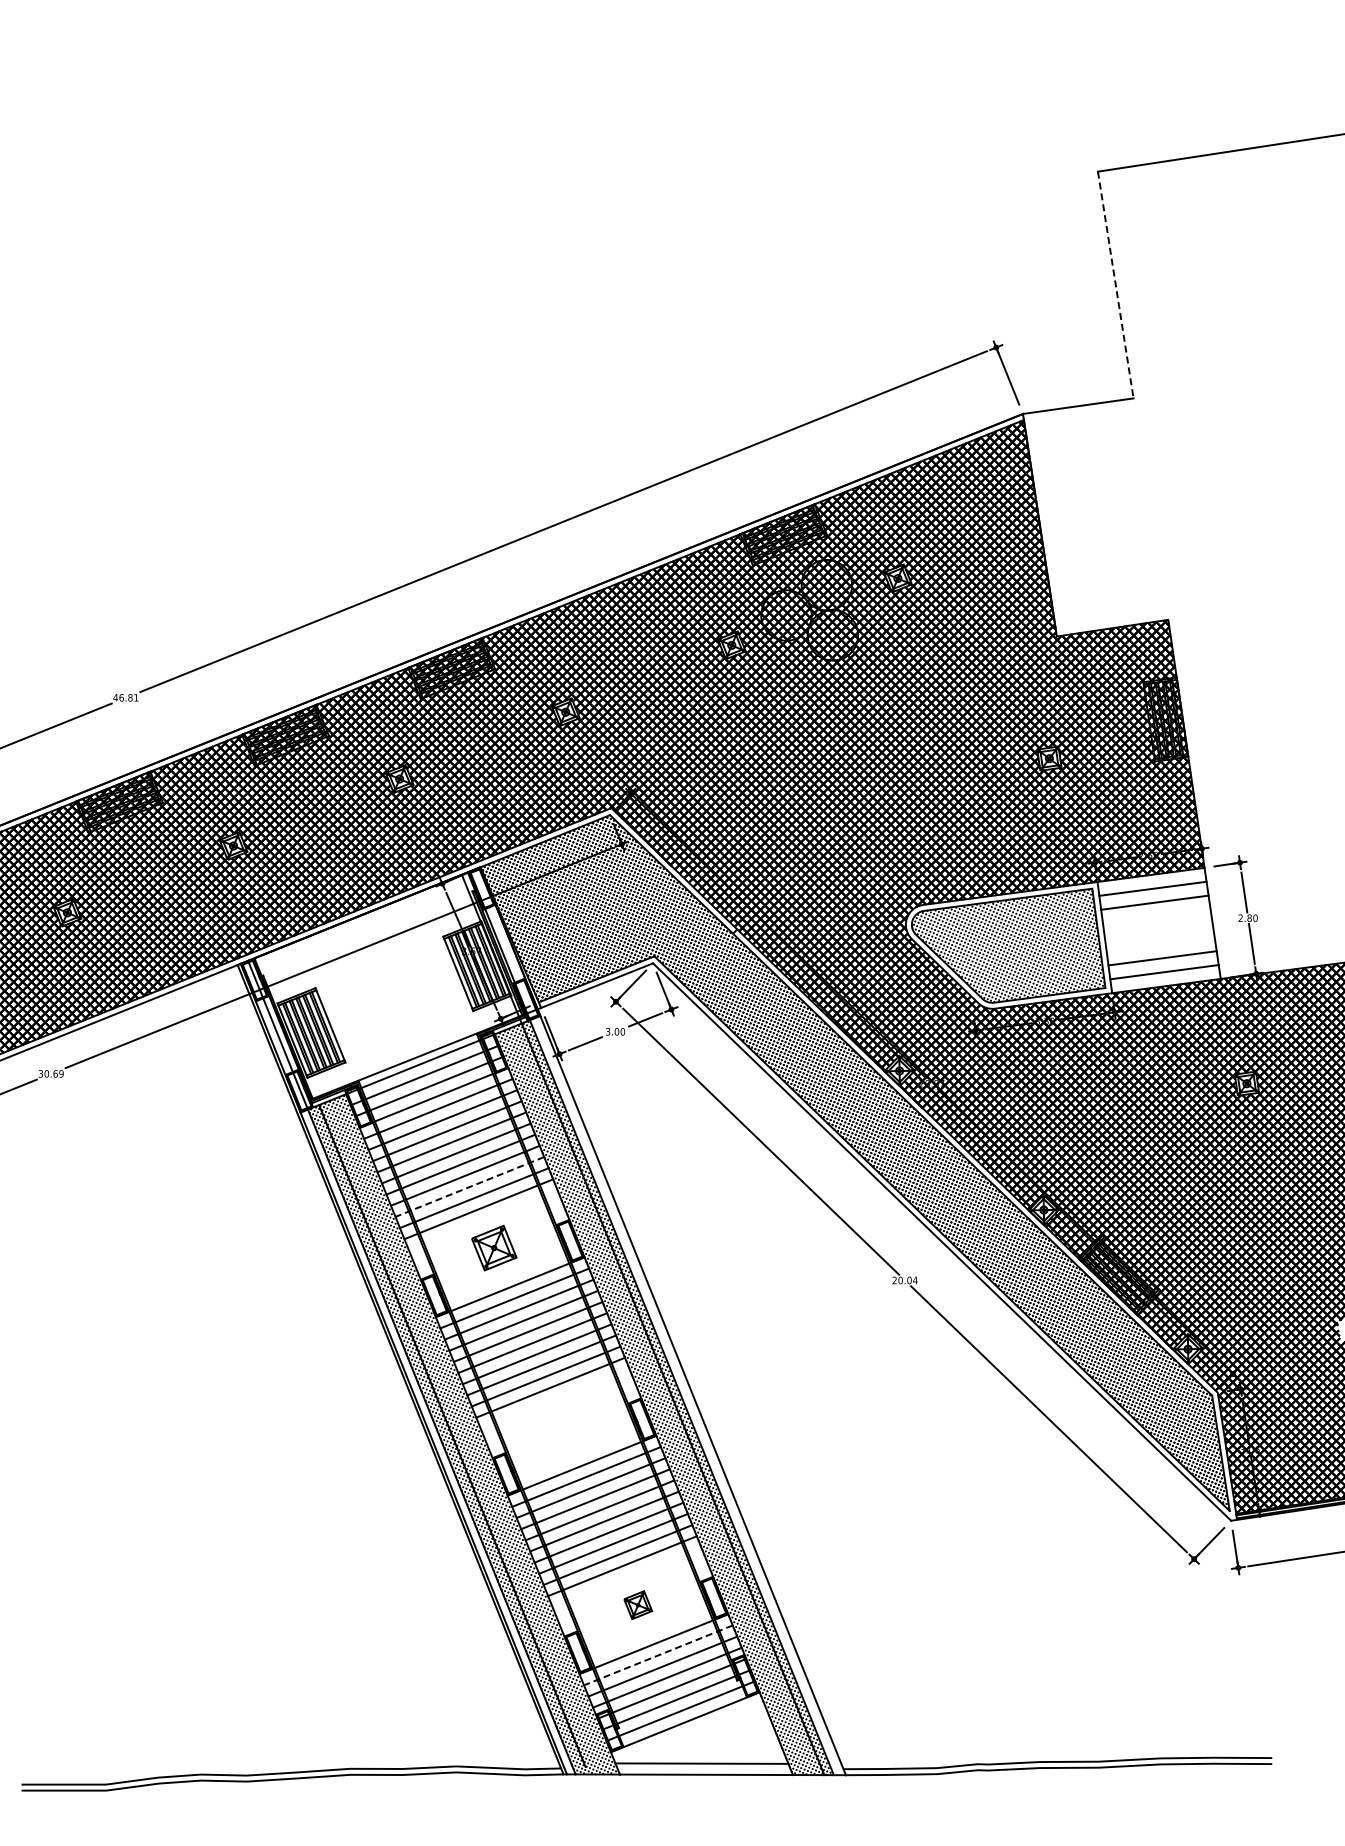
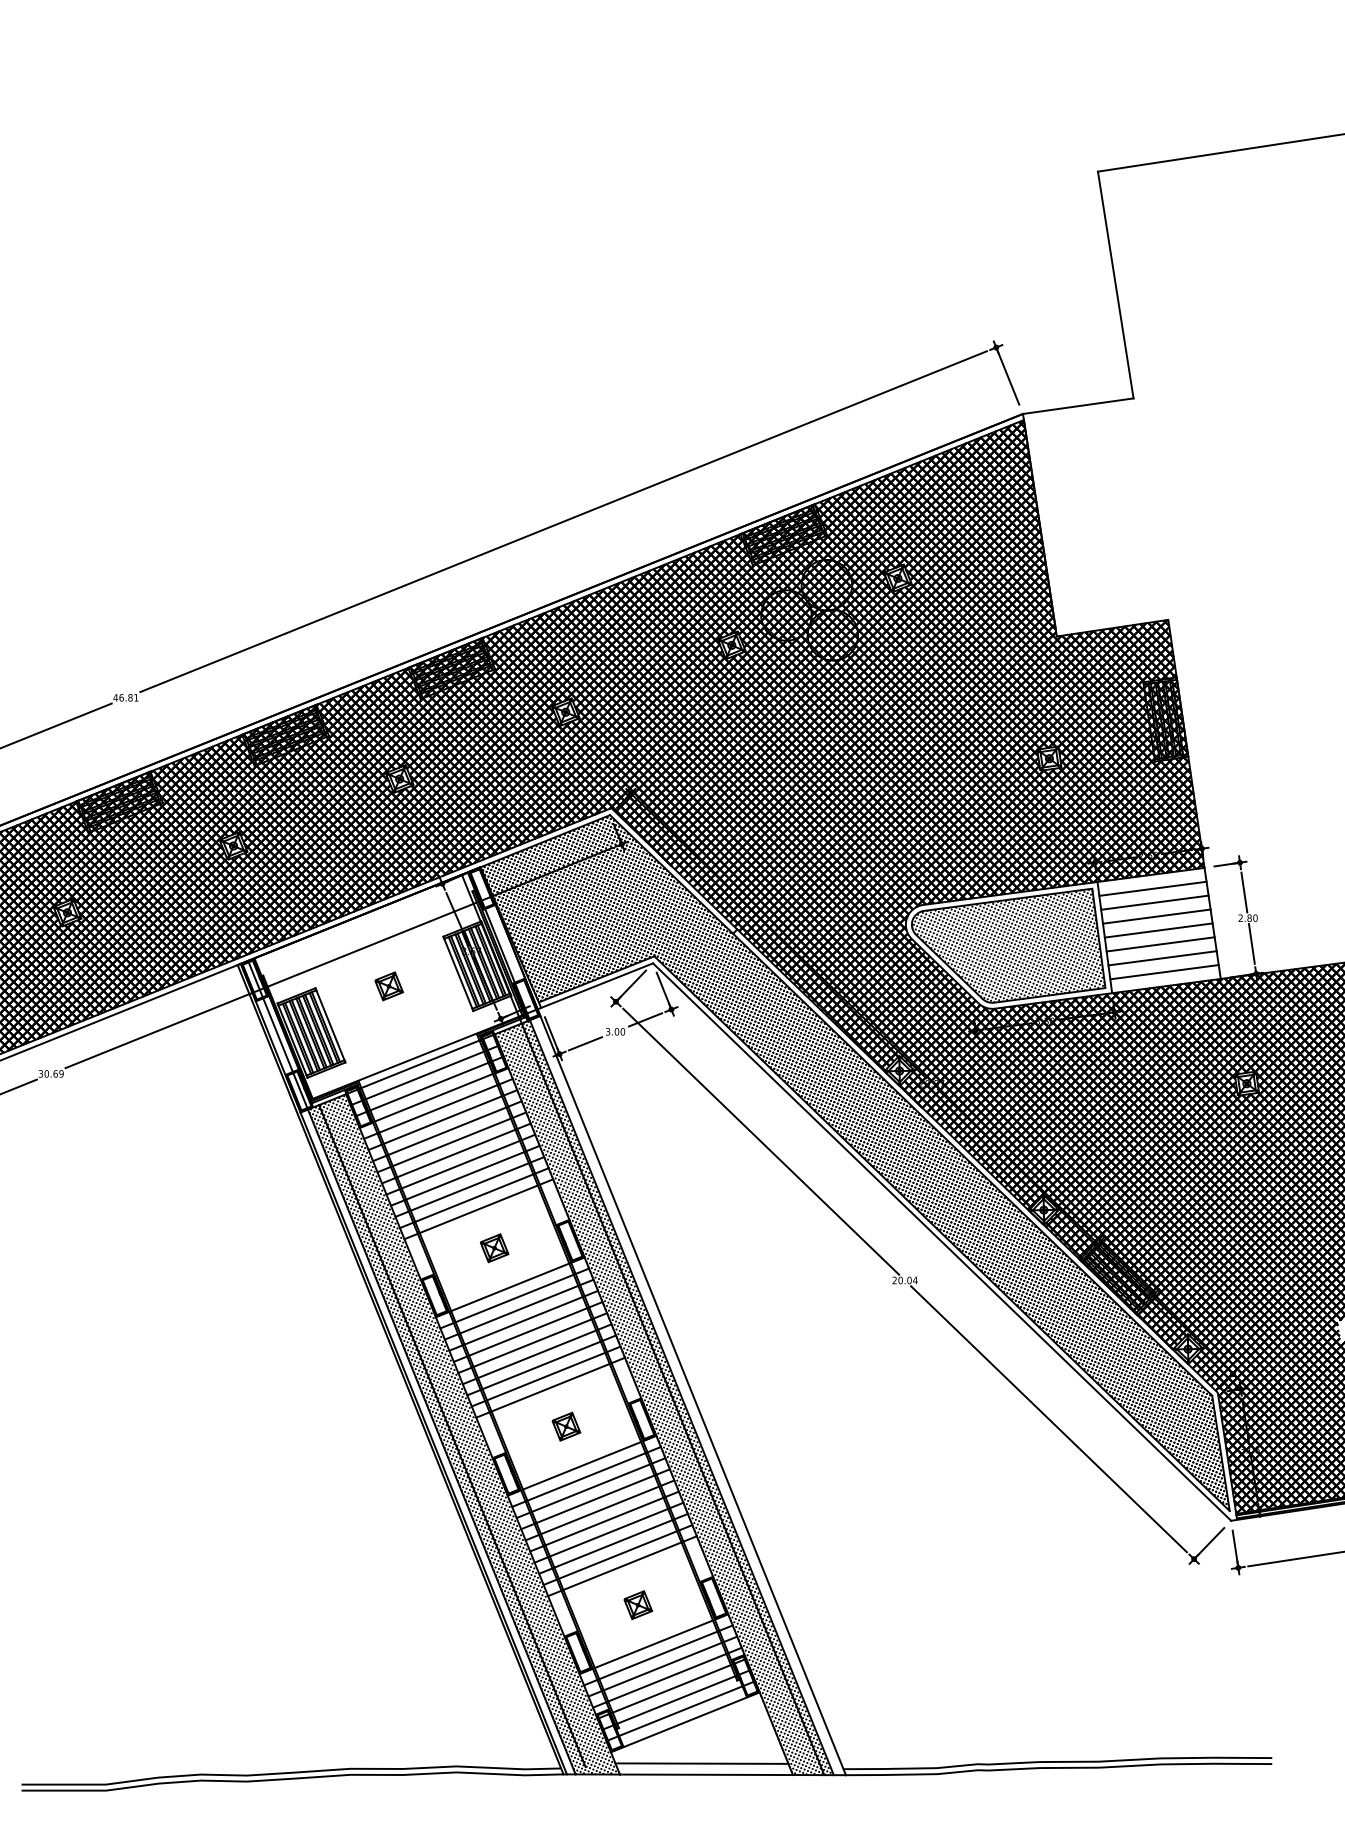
line at (1115, 285): dashed -> solid
line at (1156, 916): none -> present
line at (1158, 930): none -> present
line at (1160, 944): none -> present
part at (388, 986): none -> present
line at (469, 1187): dashed -> solid
part at (494, 1247) size: 47x48 px -> 30x31 px
part at (566, 1426): none -> present
line at (657, 1655): dashed -> solid
